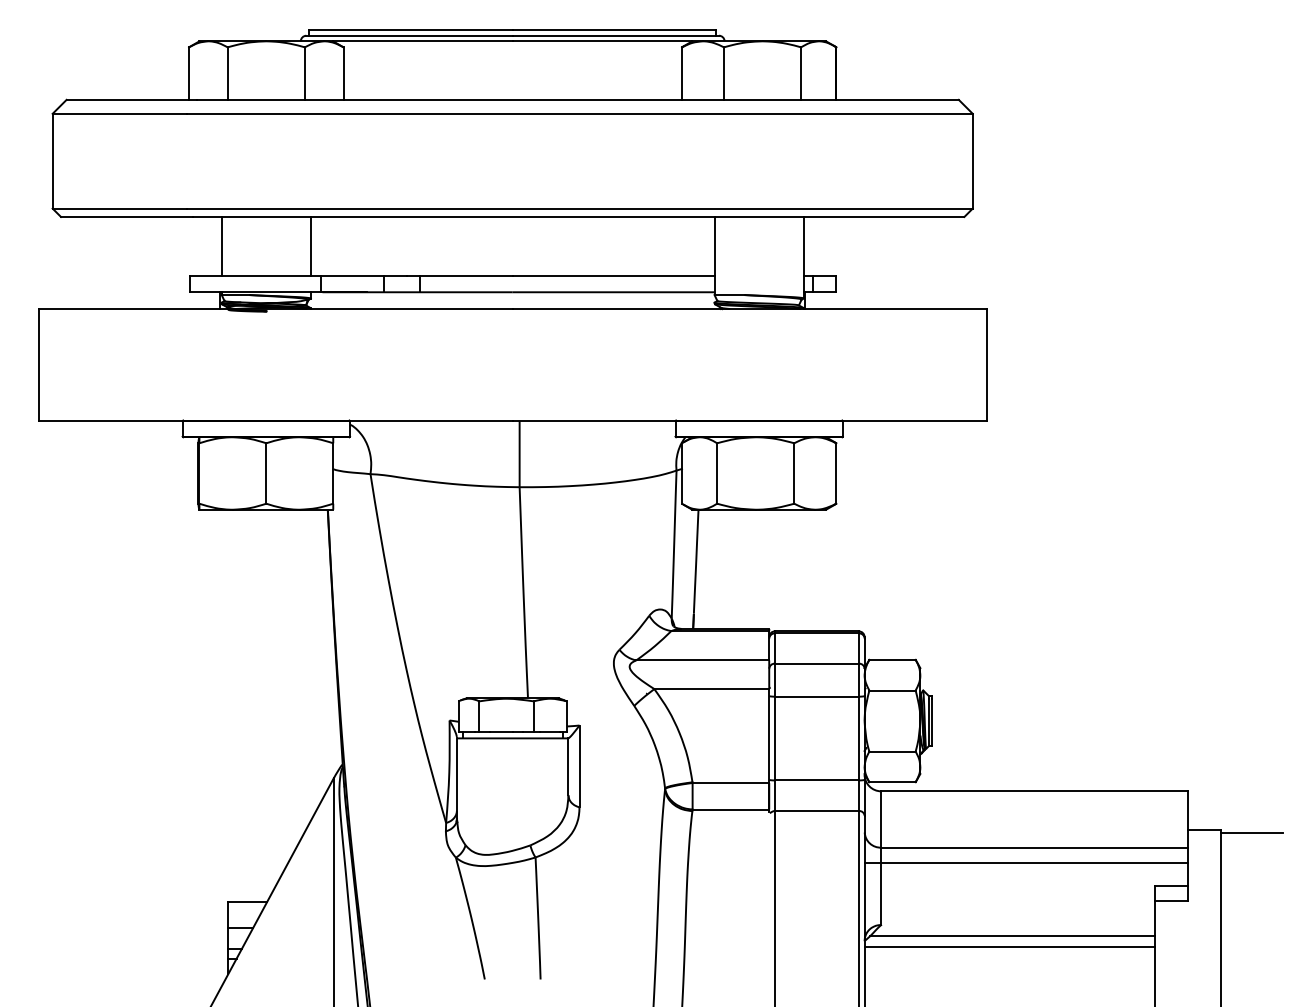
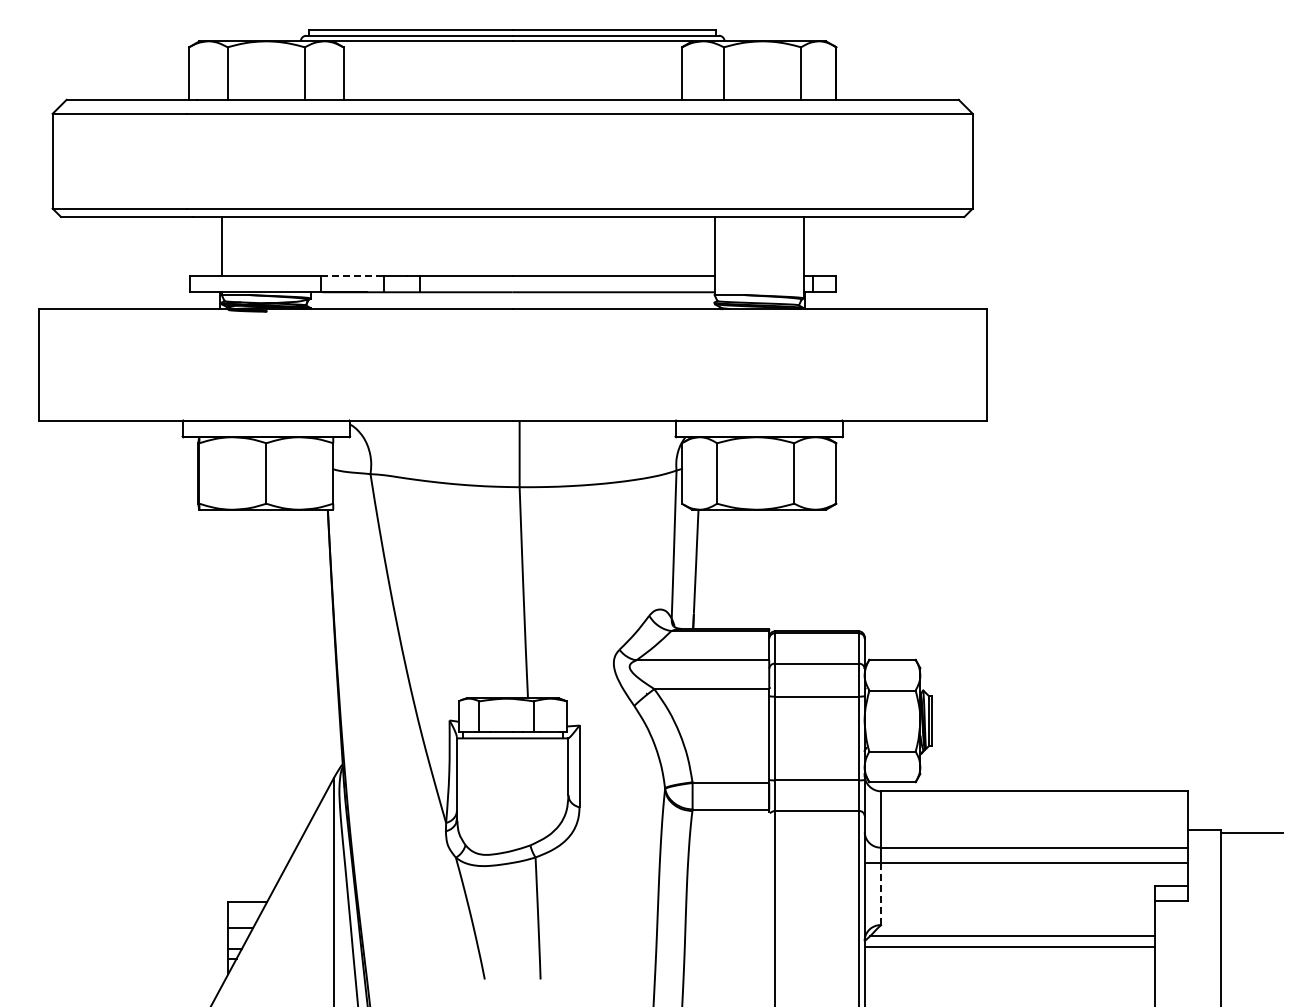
line at (310, 245): present -> none
line at (352, 275): solid -> dashed
line at (881, 894): solid -> dashed
